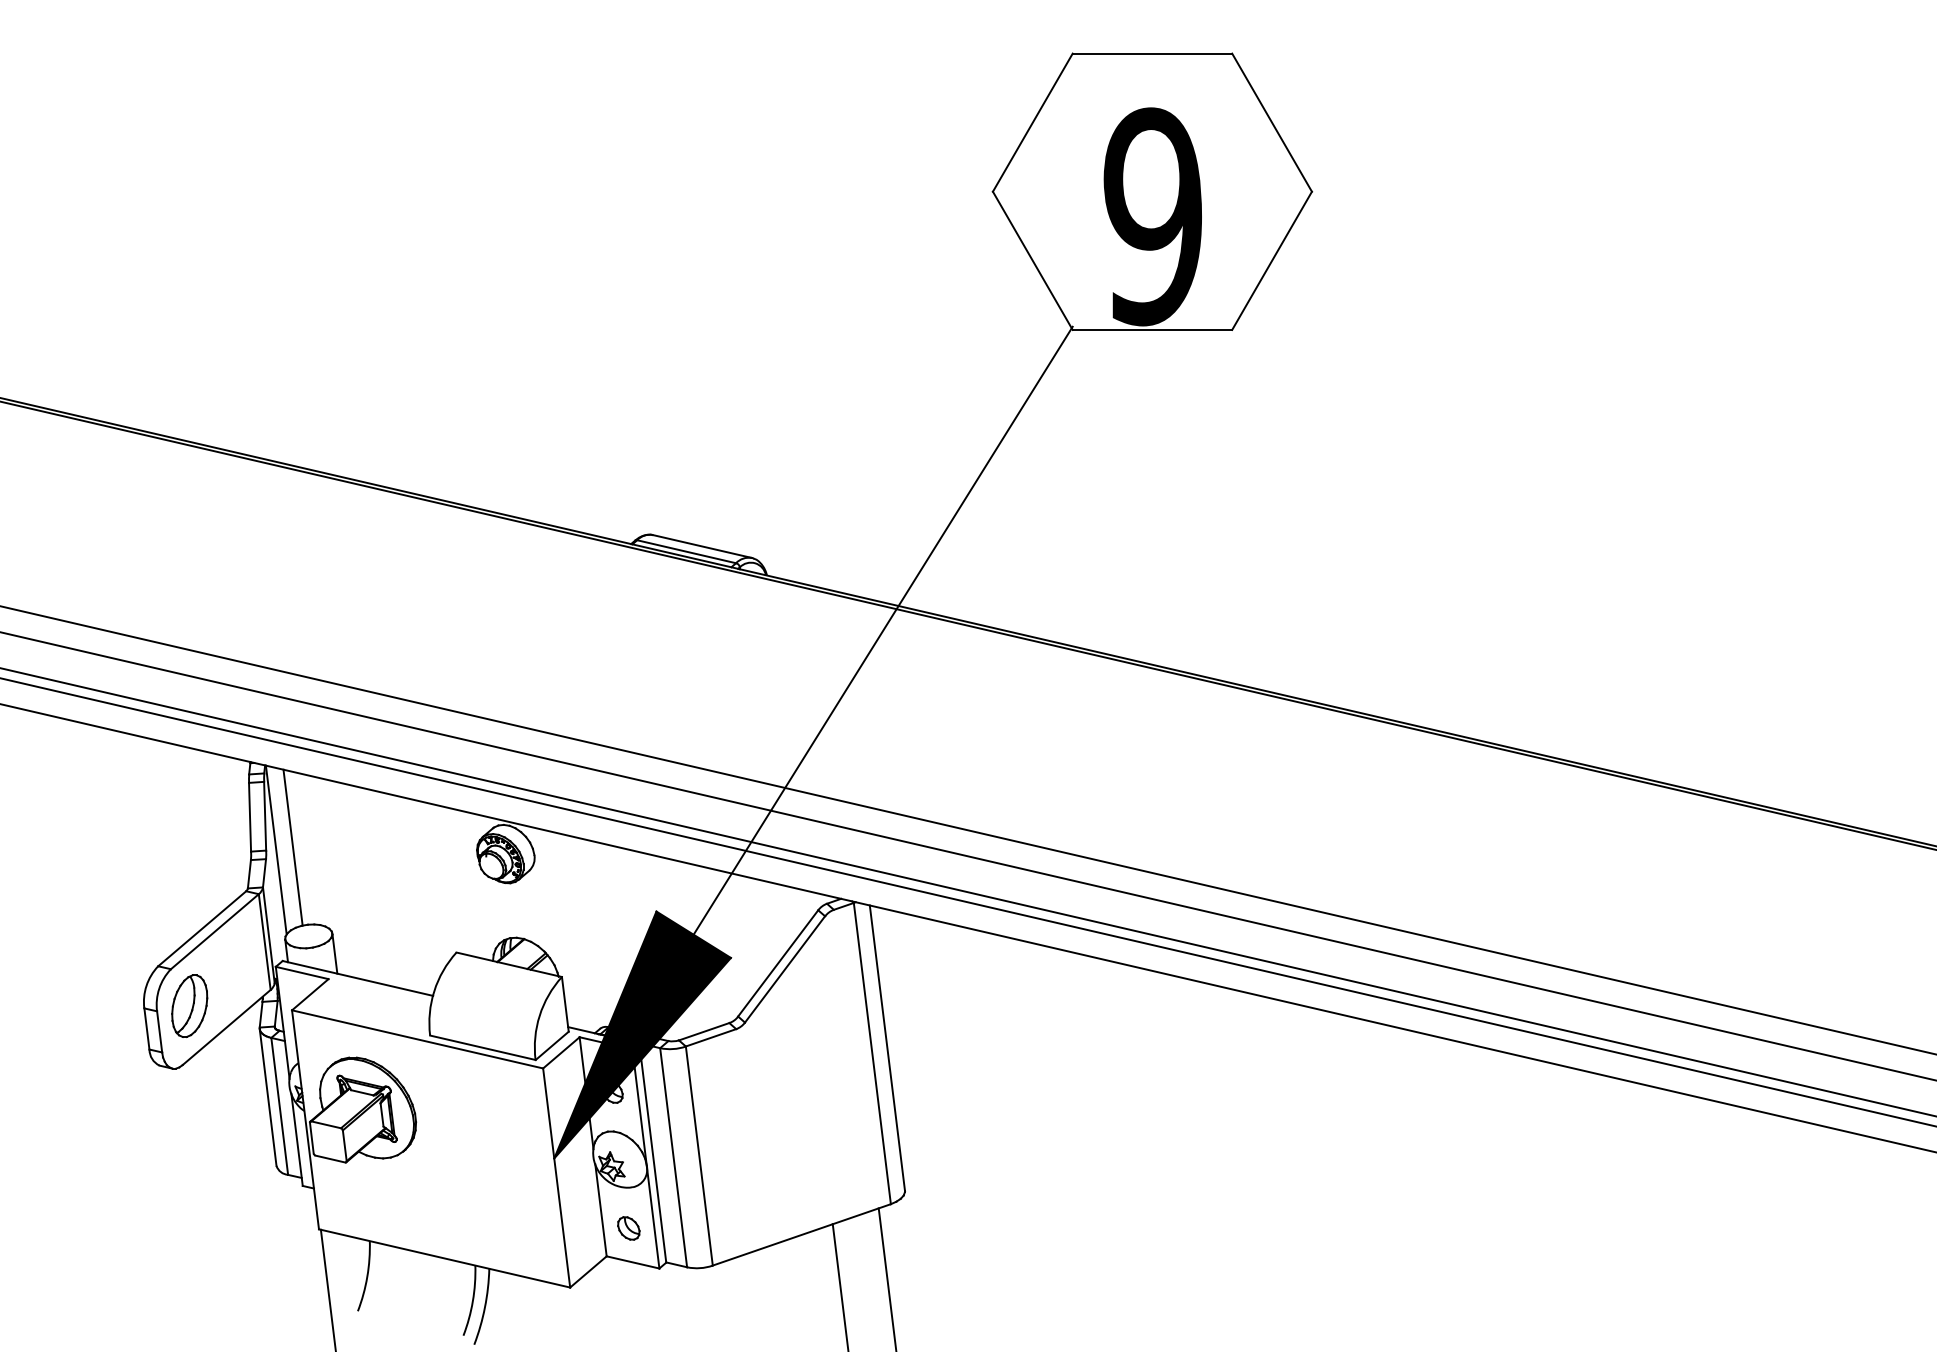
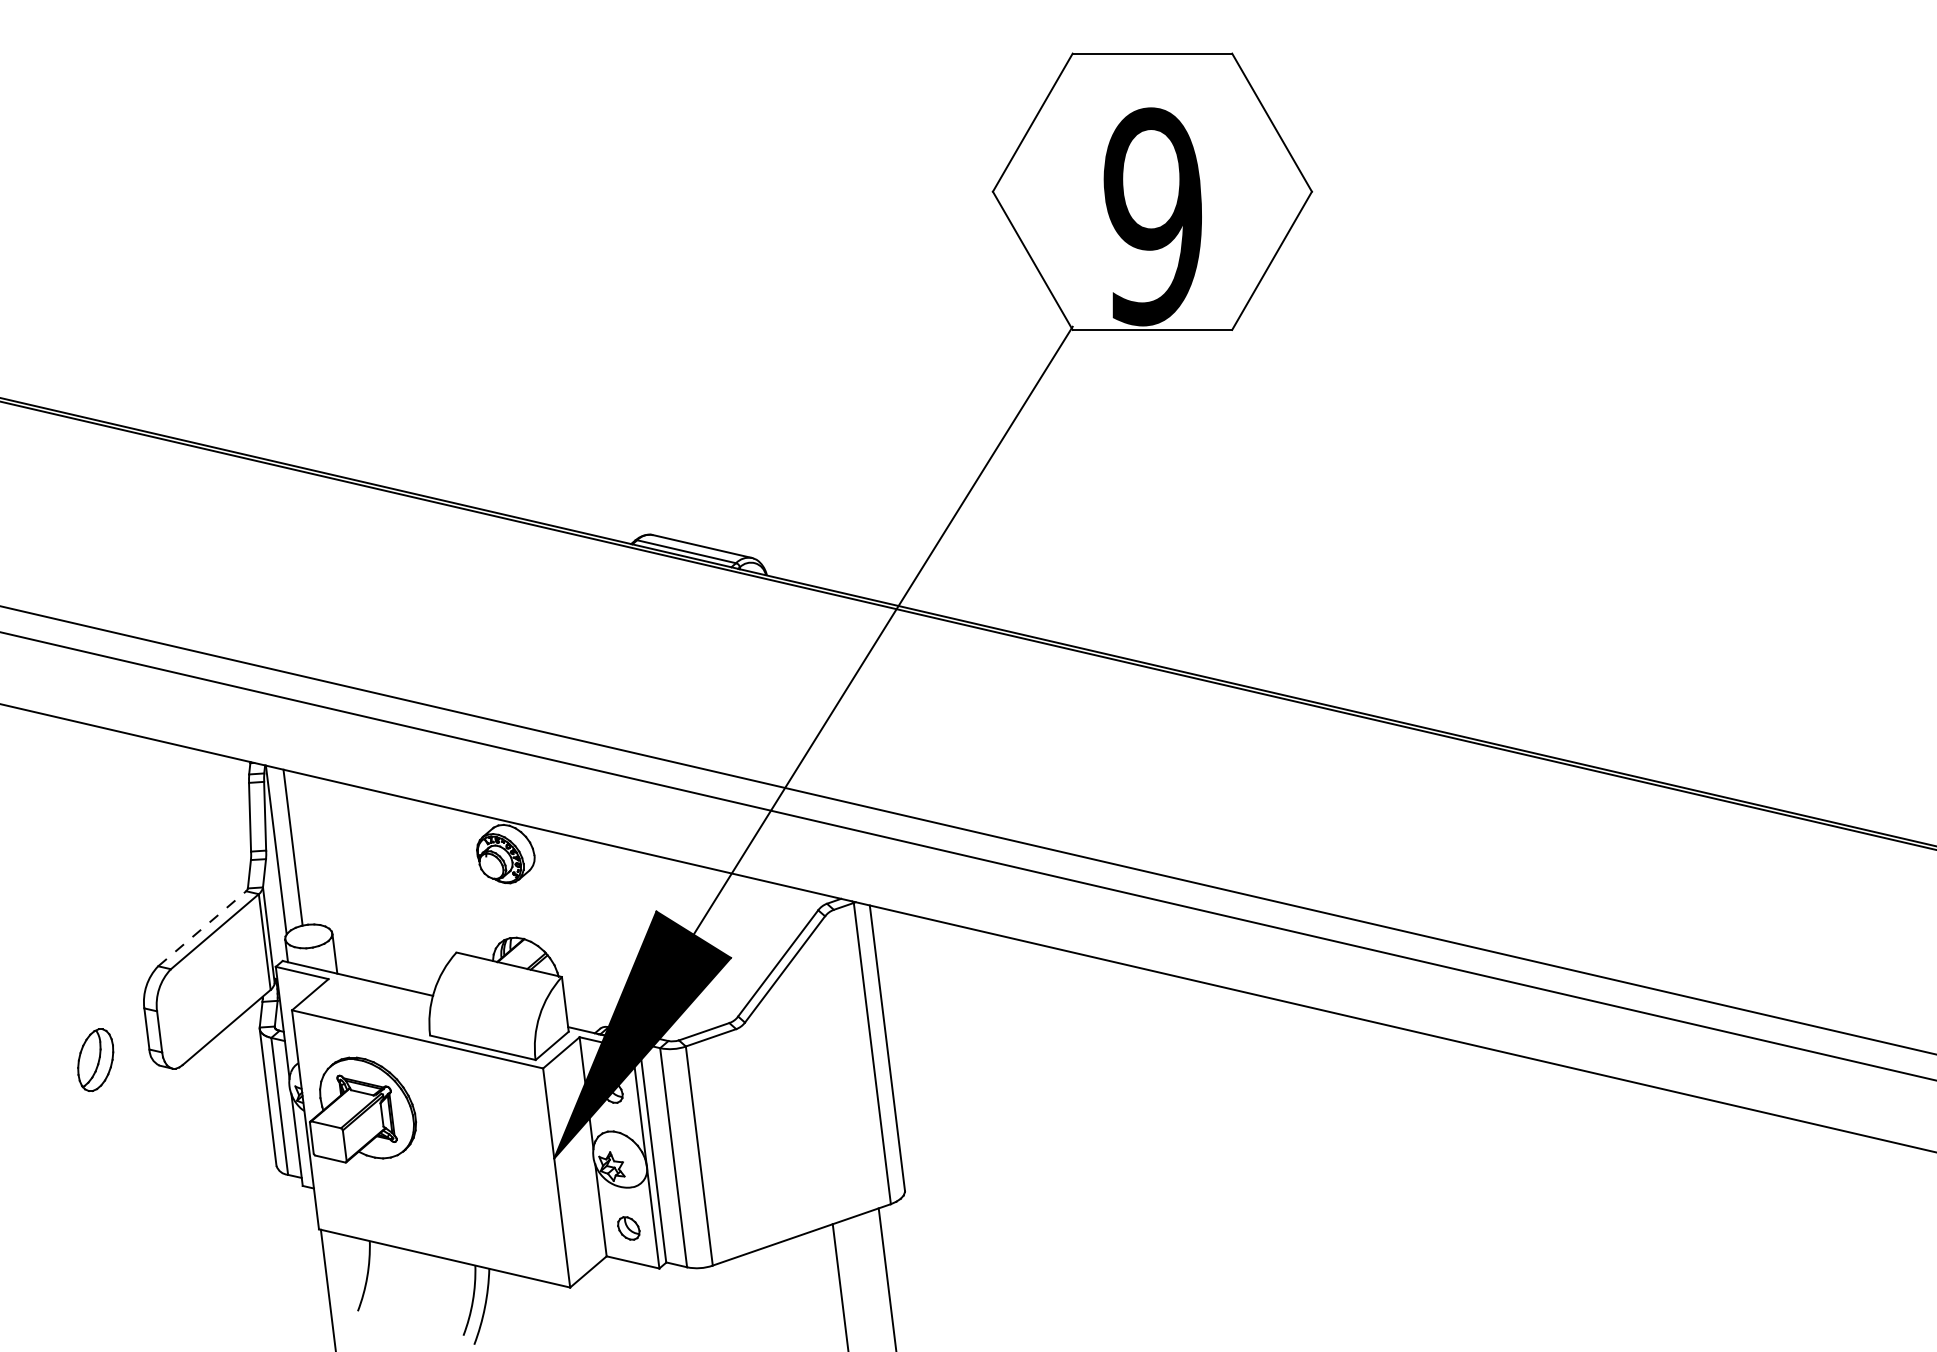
line at (967, 891): present -> none
line at (967, 902): present -> none
line at (202, 928): solid -> dashed
part at (189, 1006) position: (189, 1006) -> (95, 1060)
